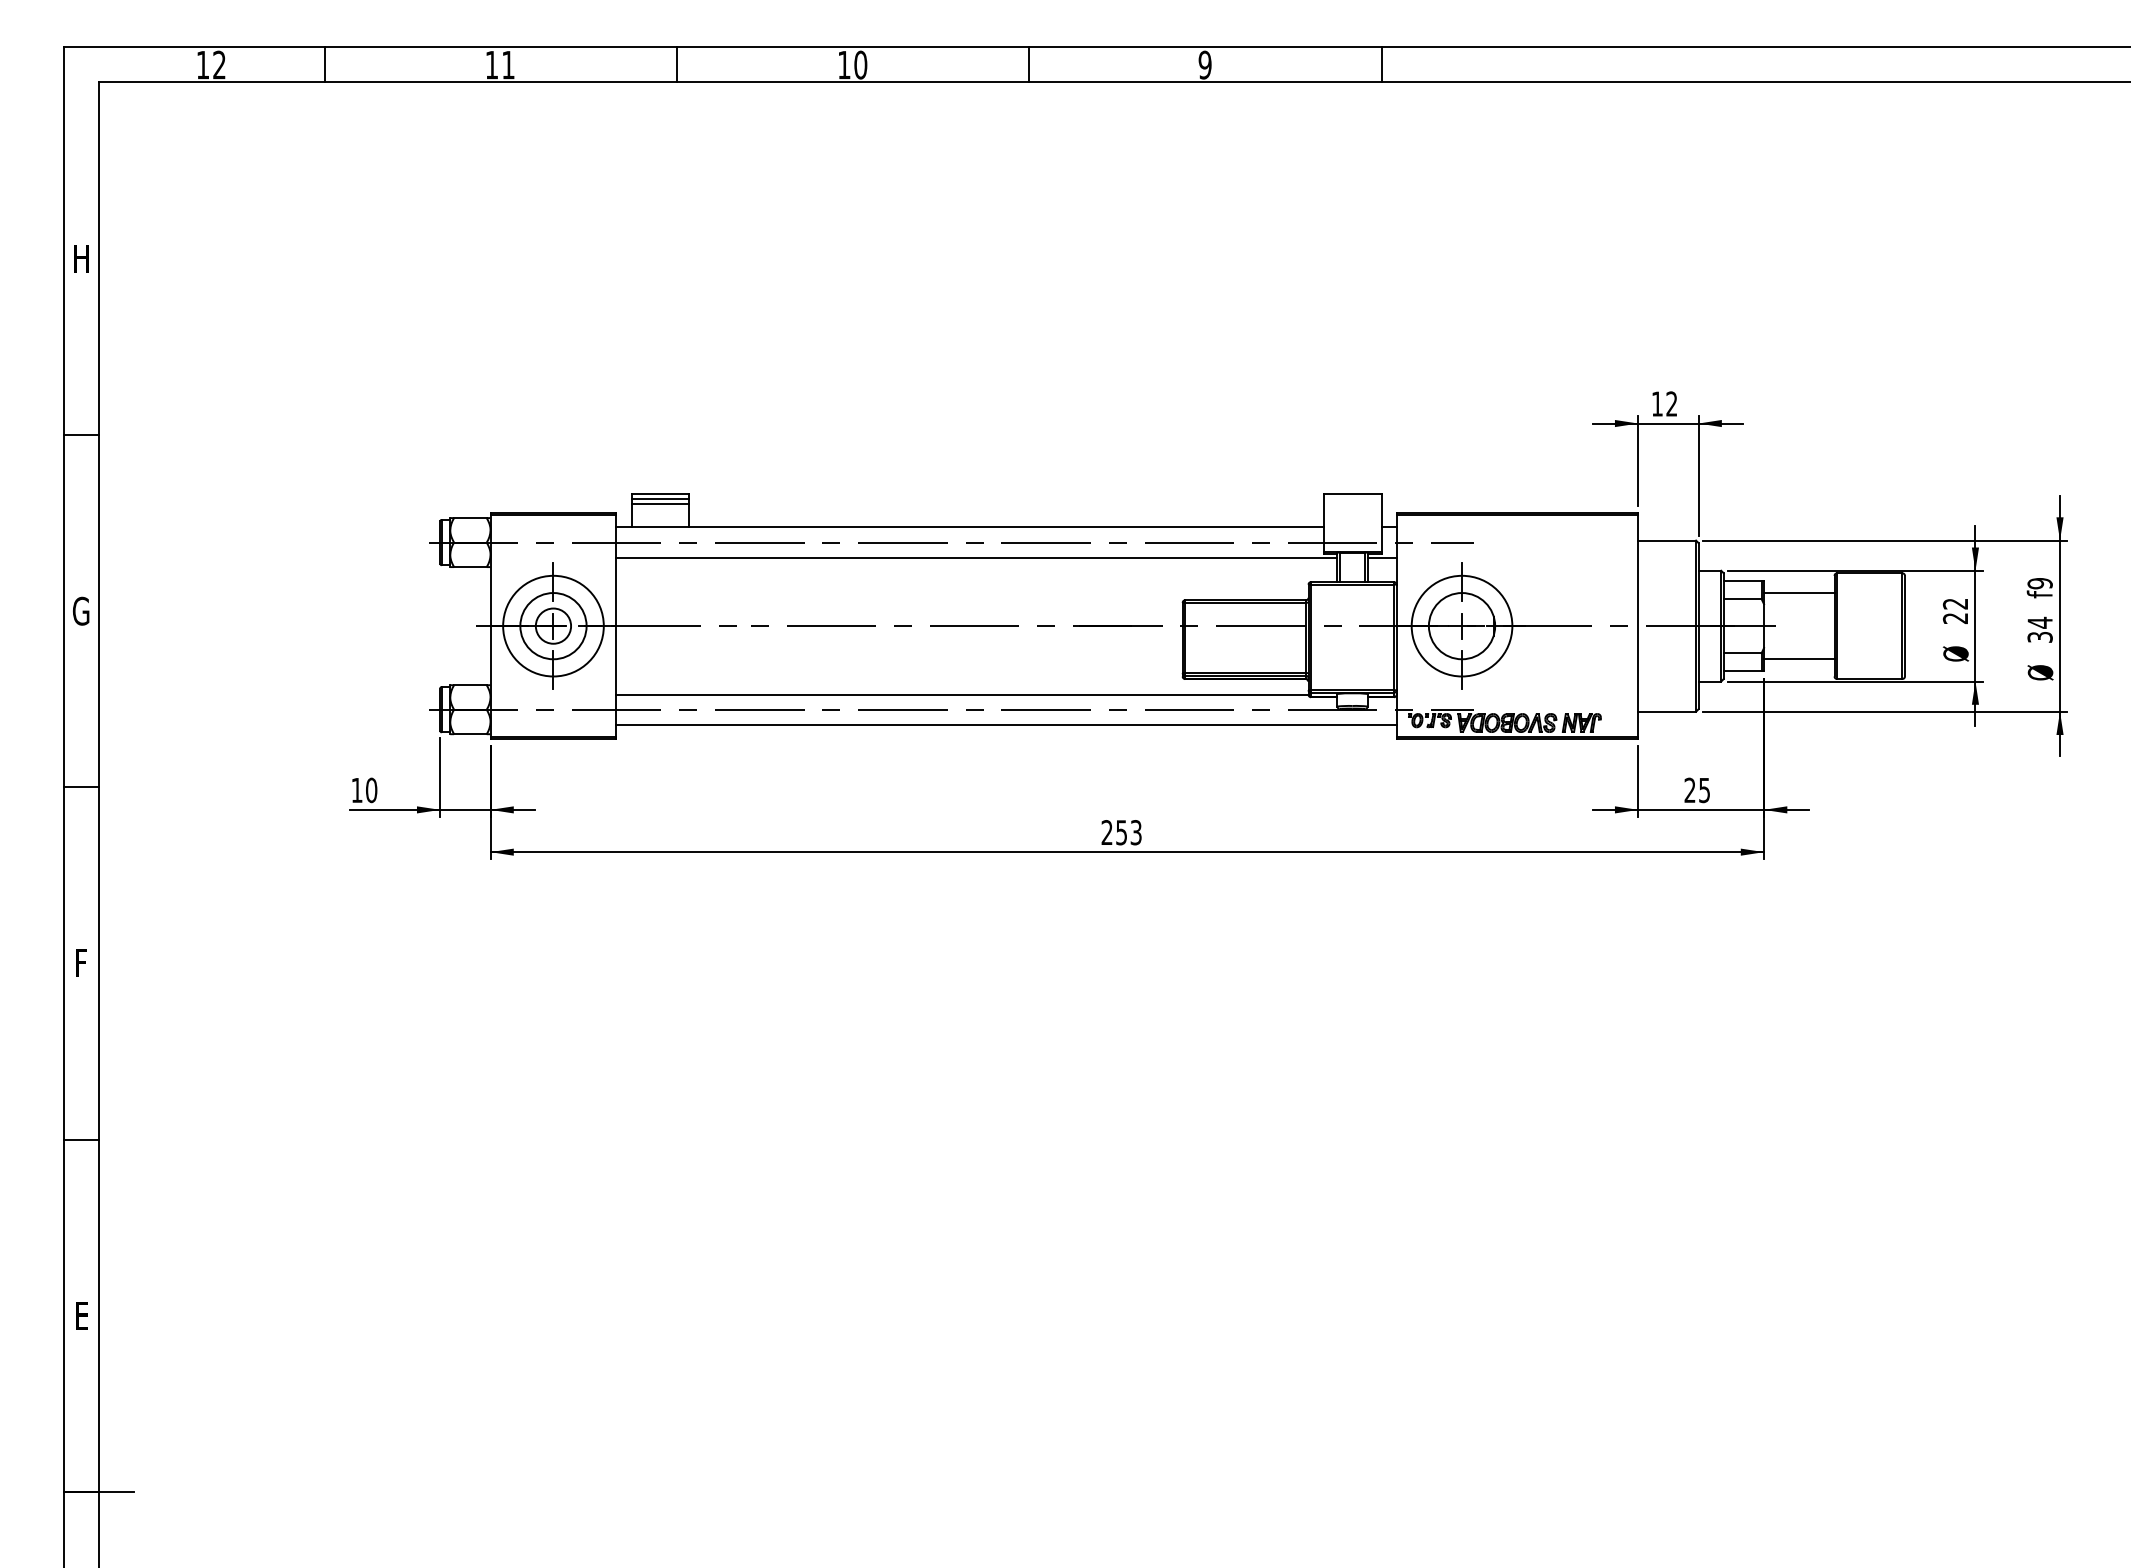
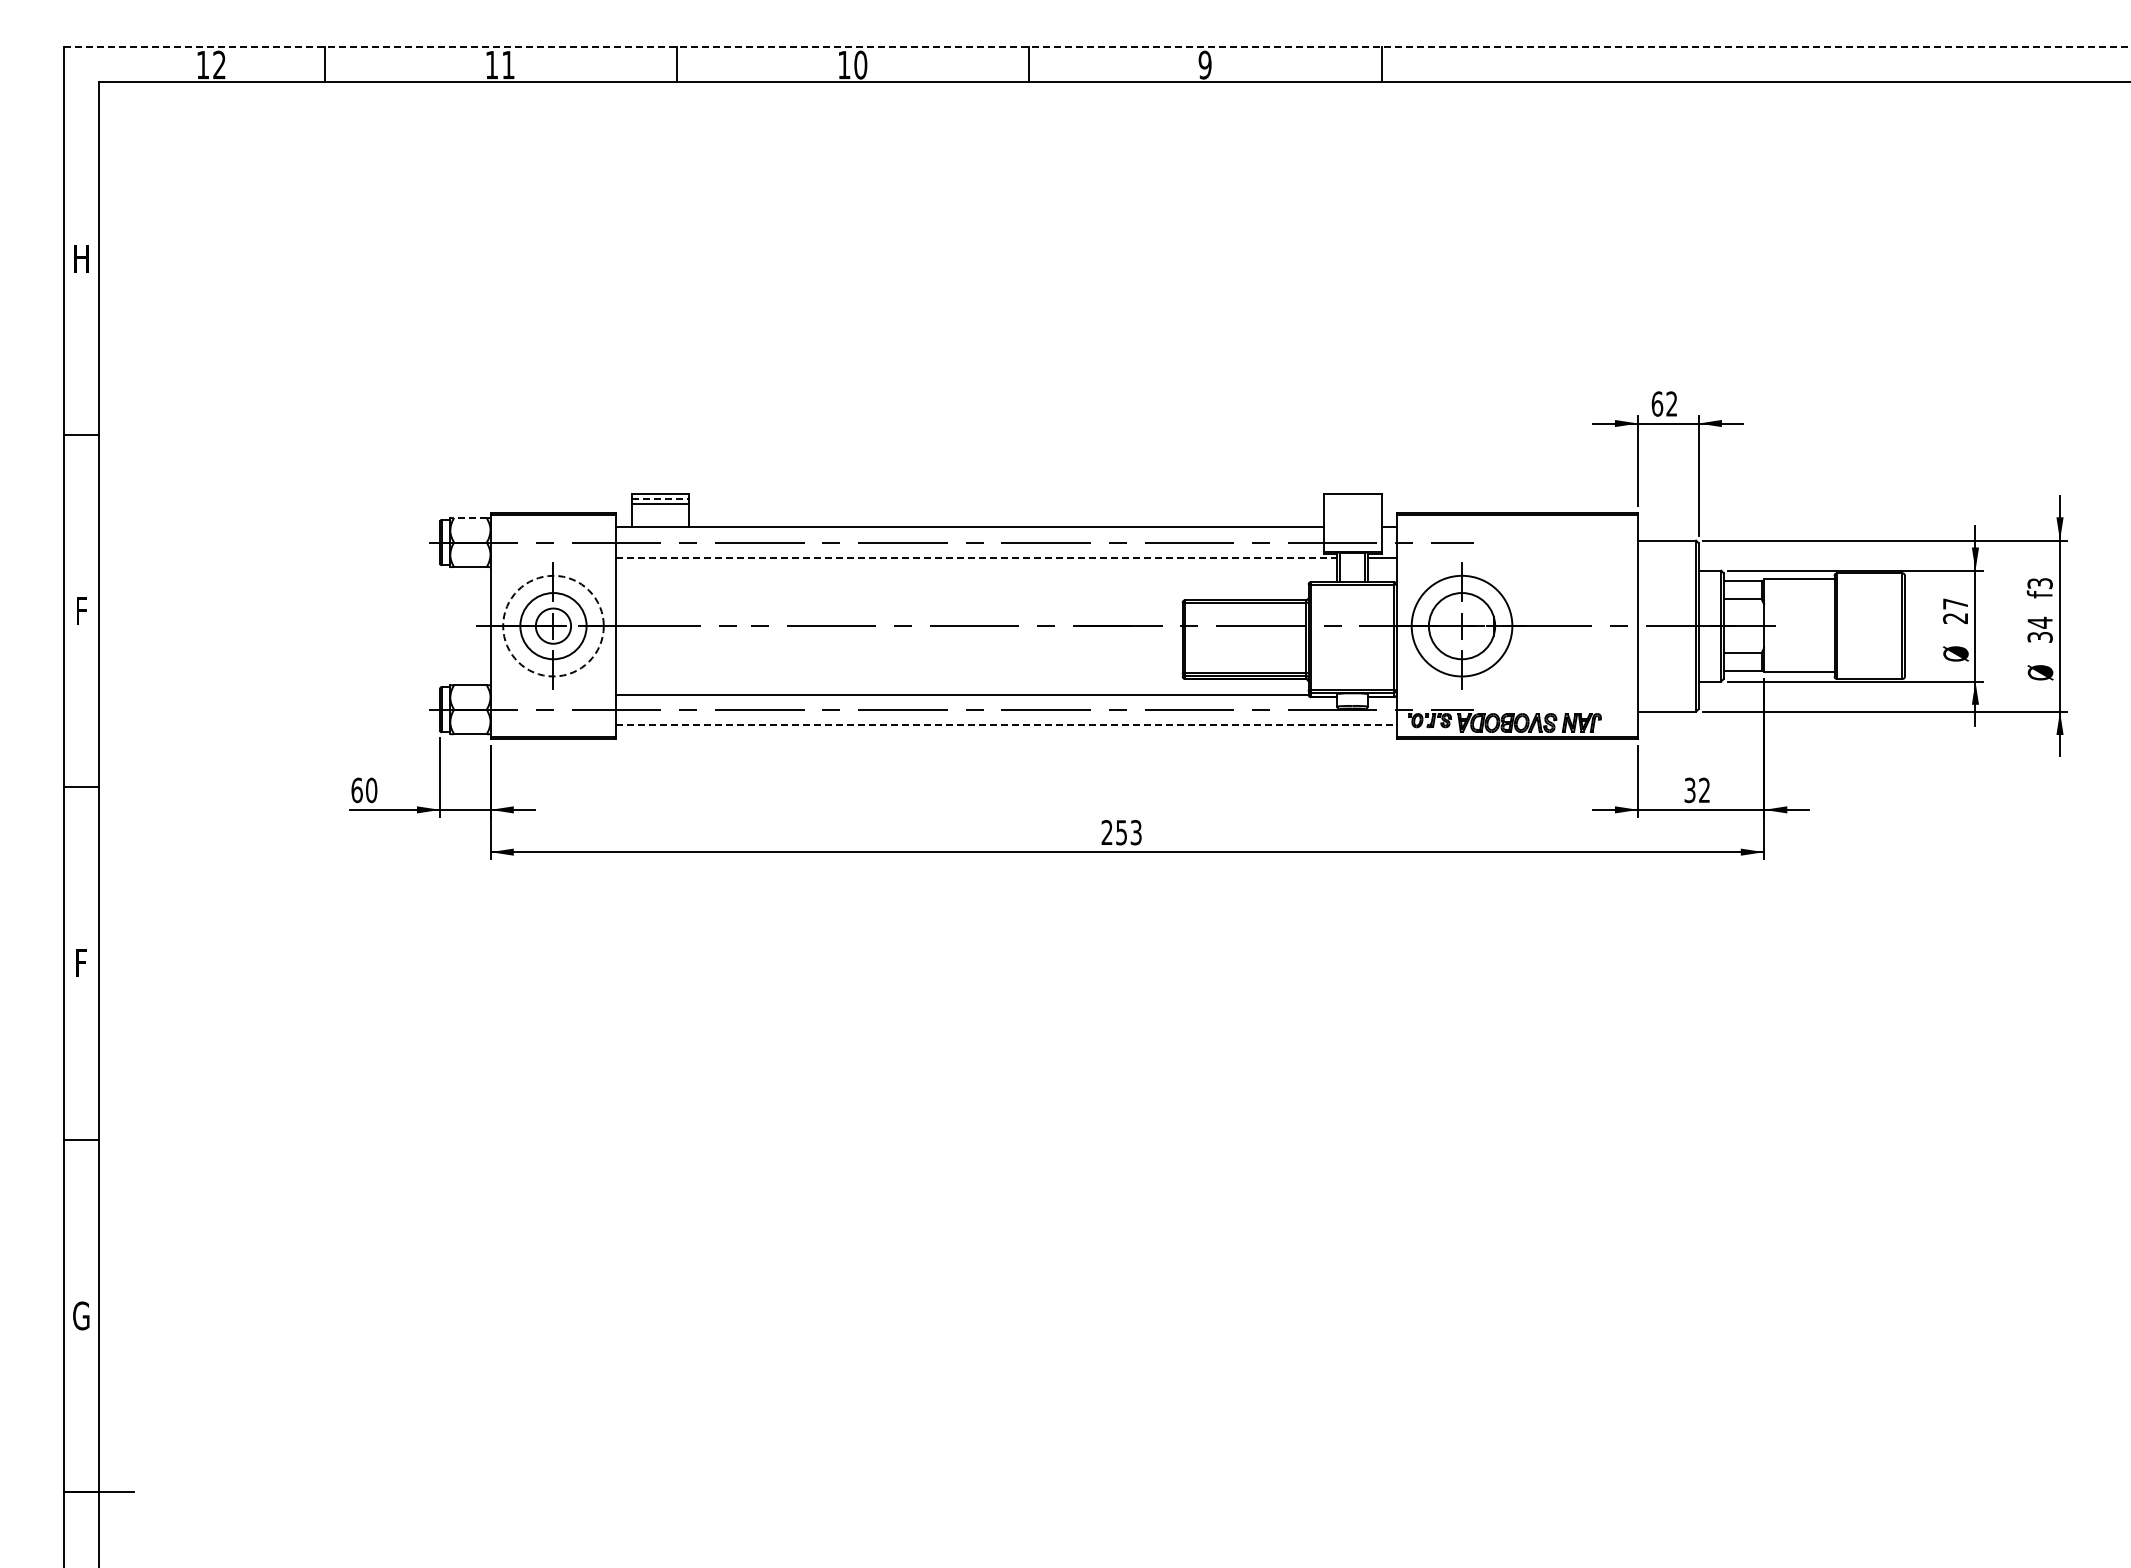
line at (1097, 47): solid -> dashed
text at (1657, 403): 12 -> 62
line at (660, 499): solid -> dashed
line at (469, 518): solid -> dashed
line at (976, 557): solid -> dashed
text at (2039, 583): f9 -> f3
line at (1799, 593) position: (1799, 593) -> (1799, 579)
text at (1954, 603): 22 -> 27
text at (80, 610): G -> F
circle at (553, 625): solid -> dashed
line at (1799, 658) position: (1799, 658) -> (1799, 671)
line at (1007, 724): solid -> dashed
text at (356, 790): 10 -> 60
text at (1696, 790): 25 -> 32
text at (81, 1315): E -> G
